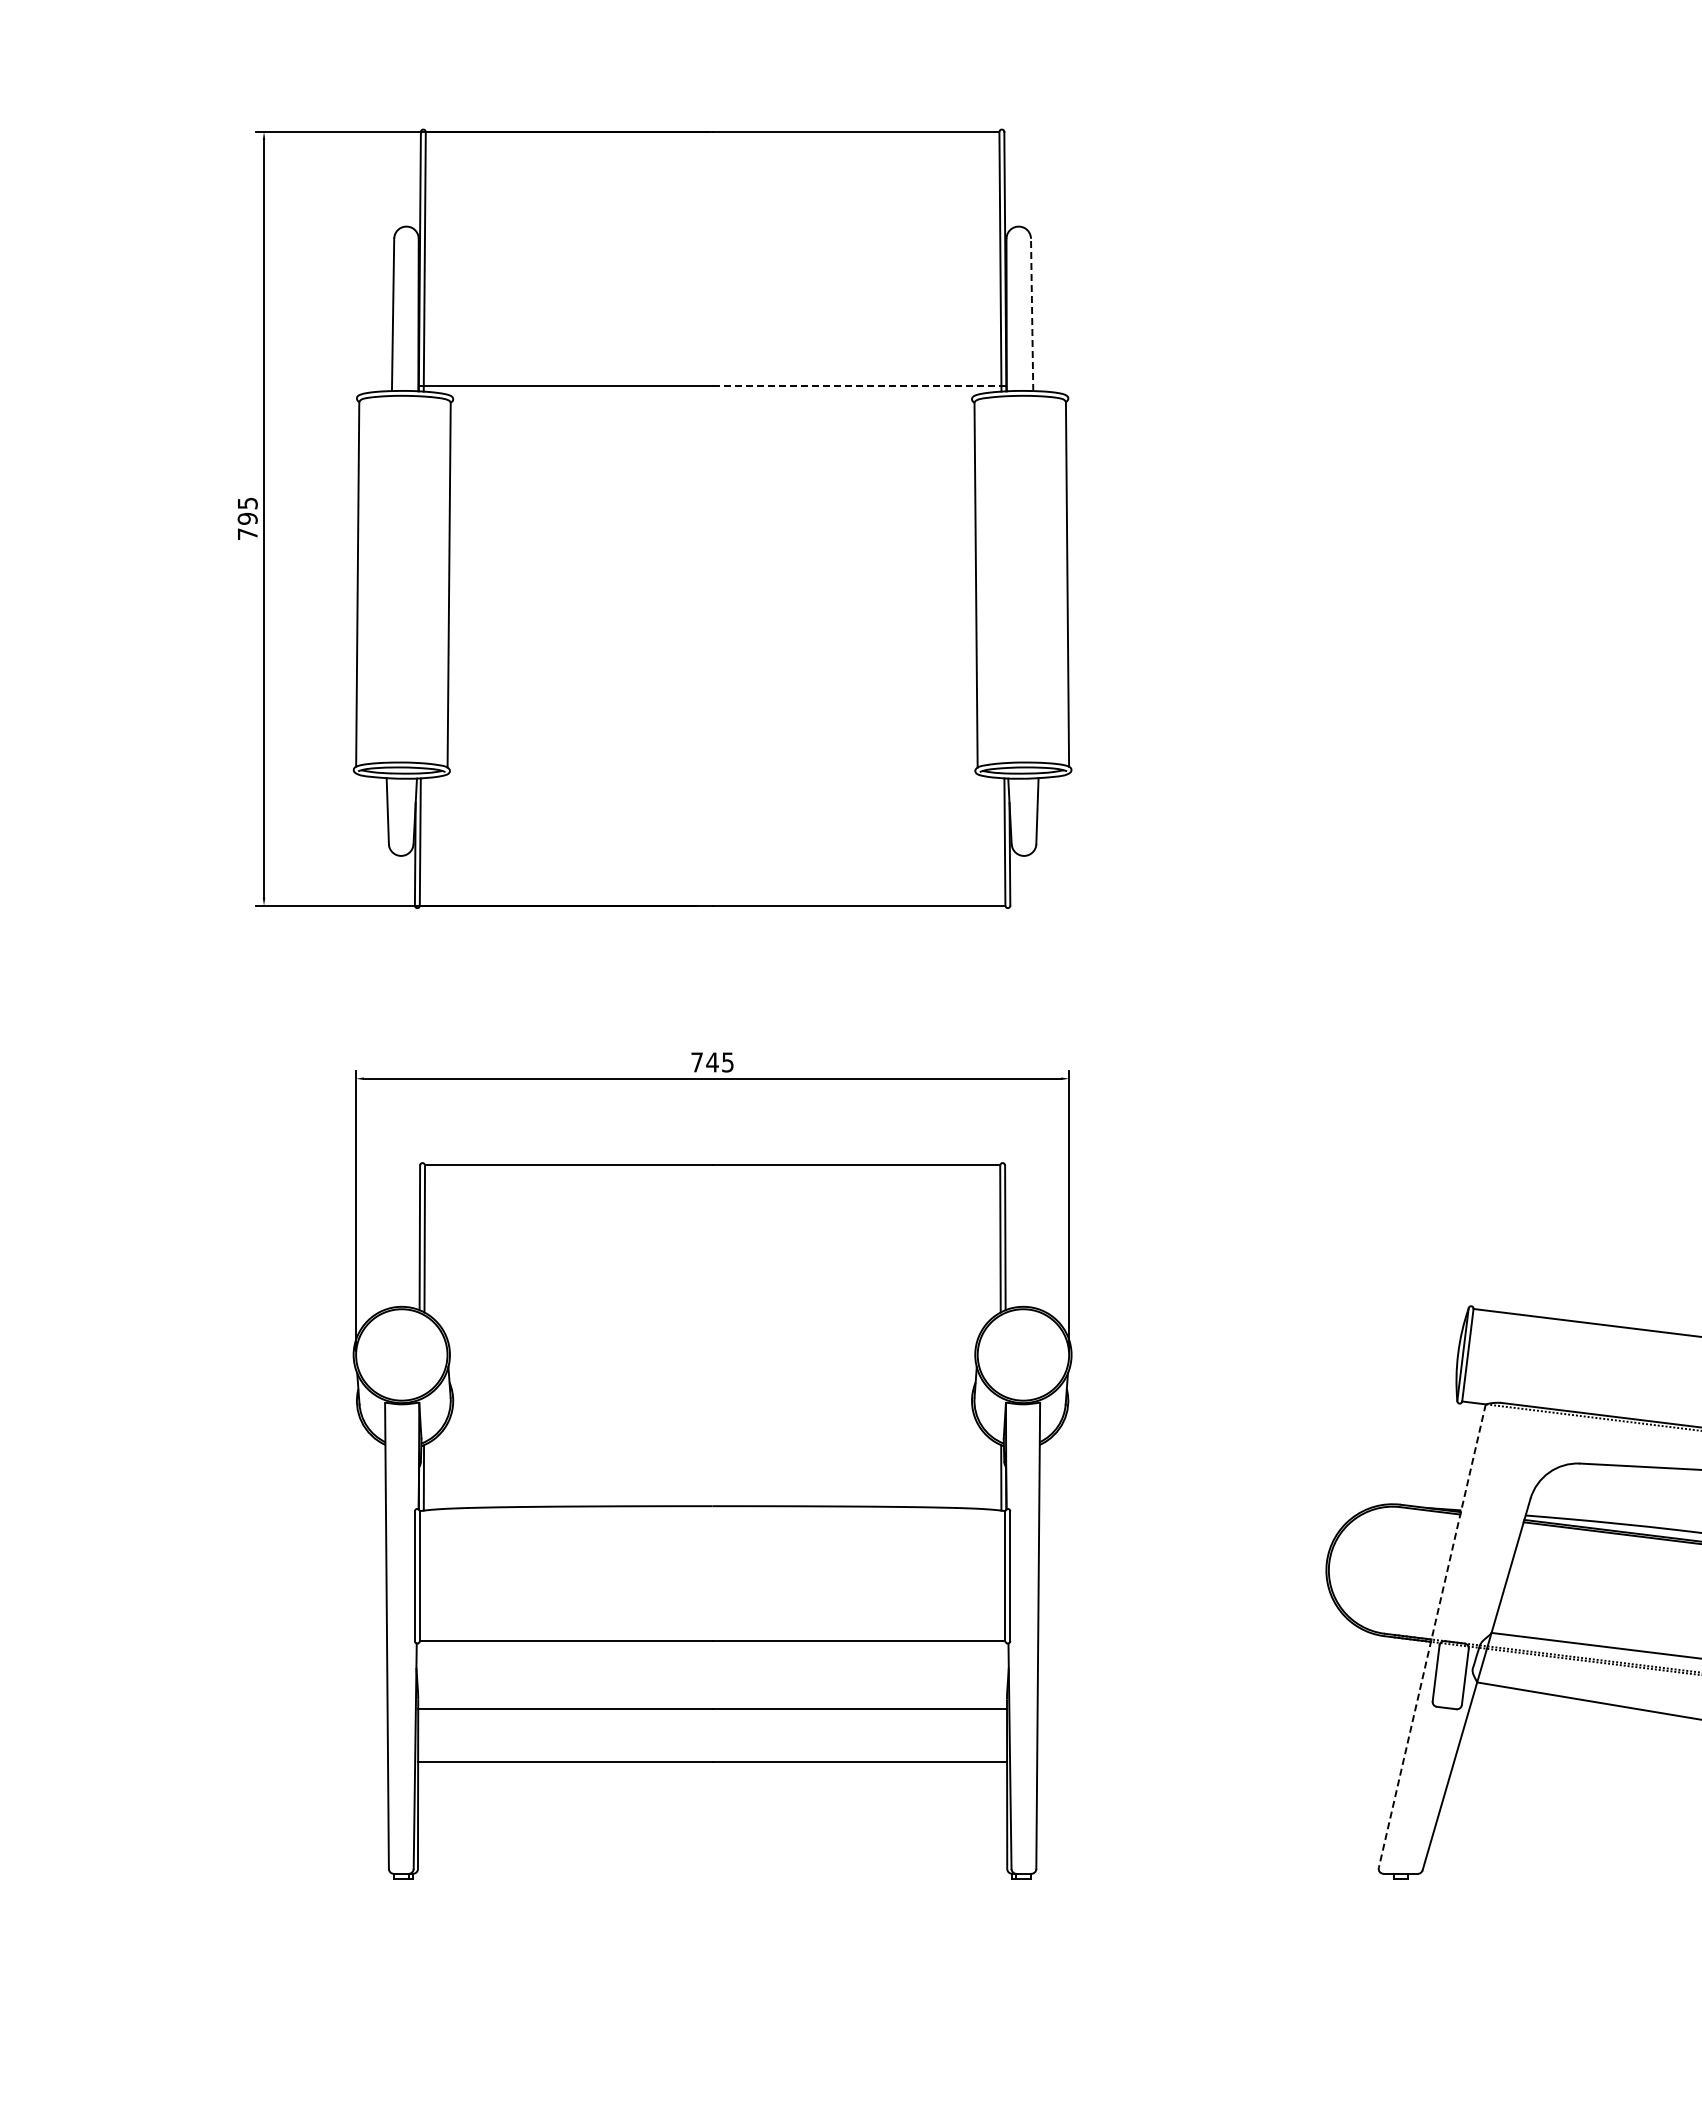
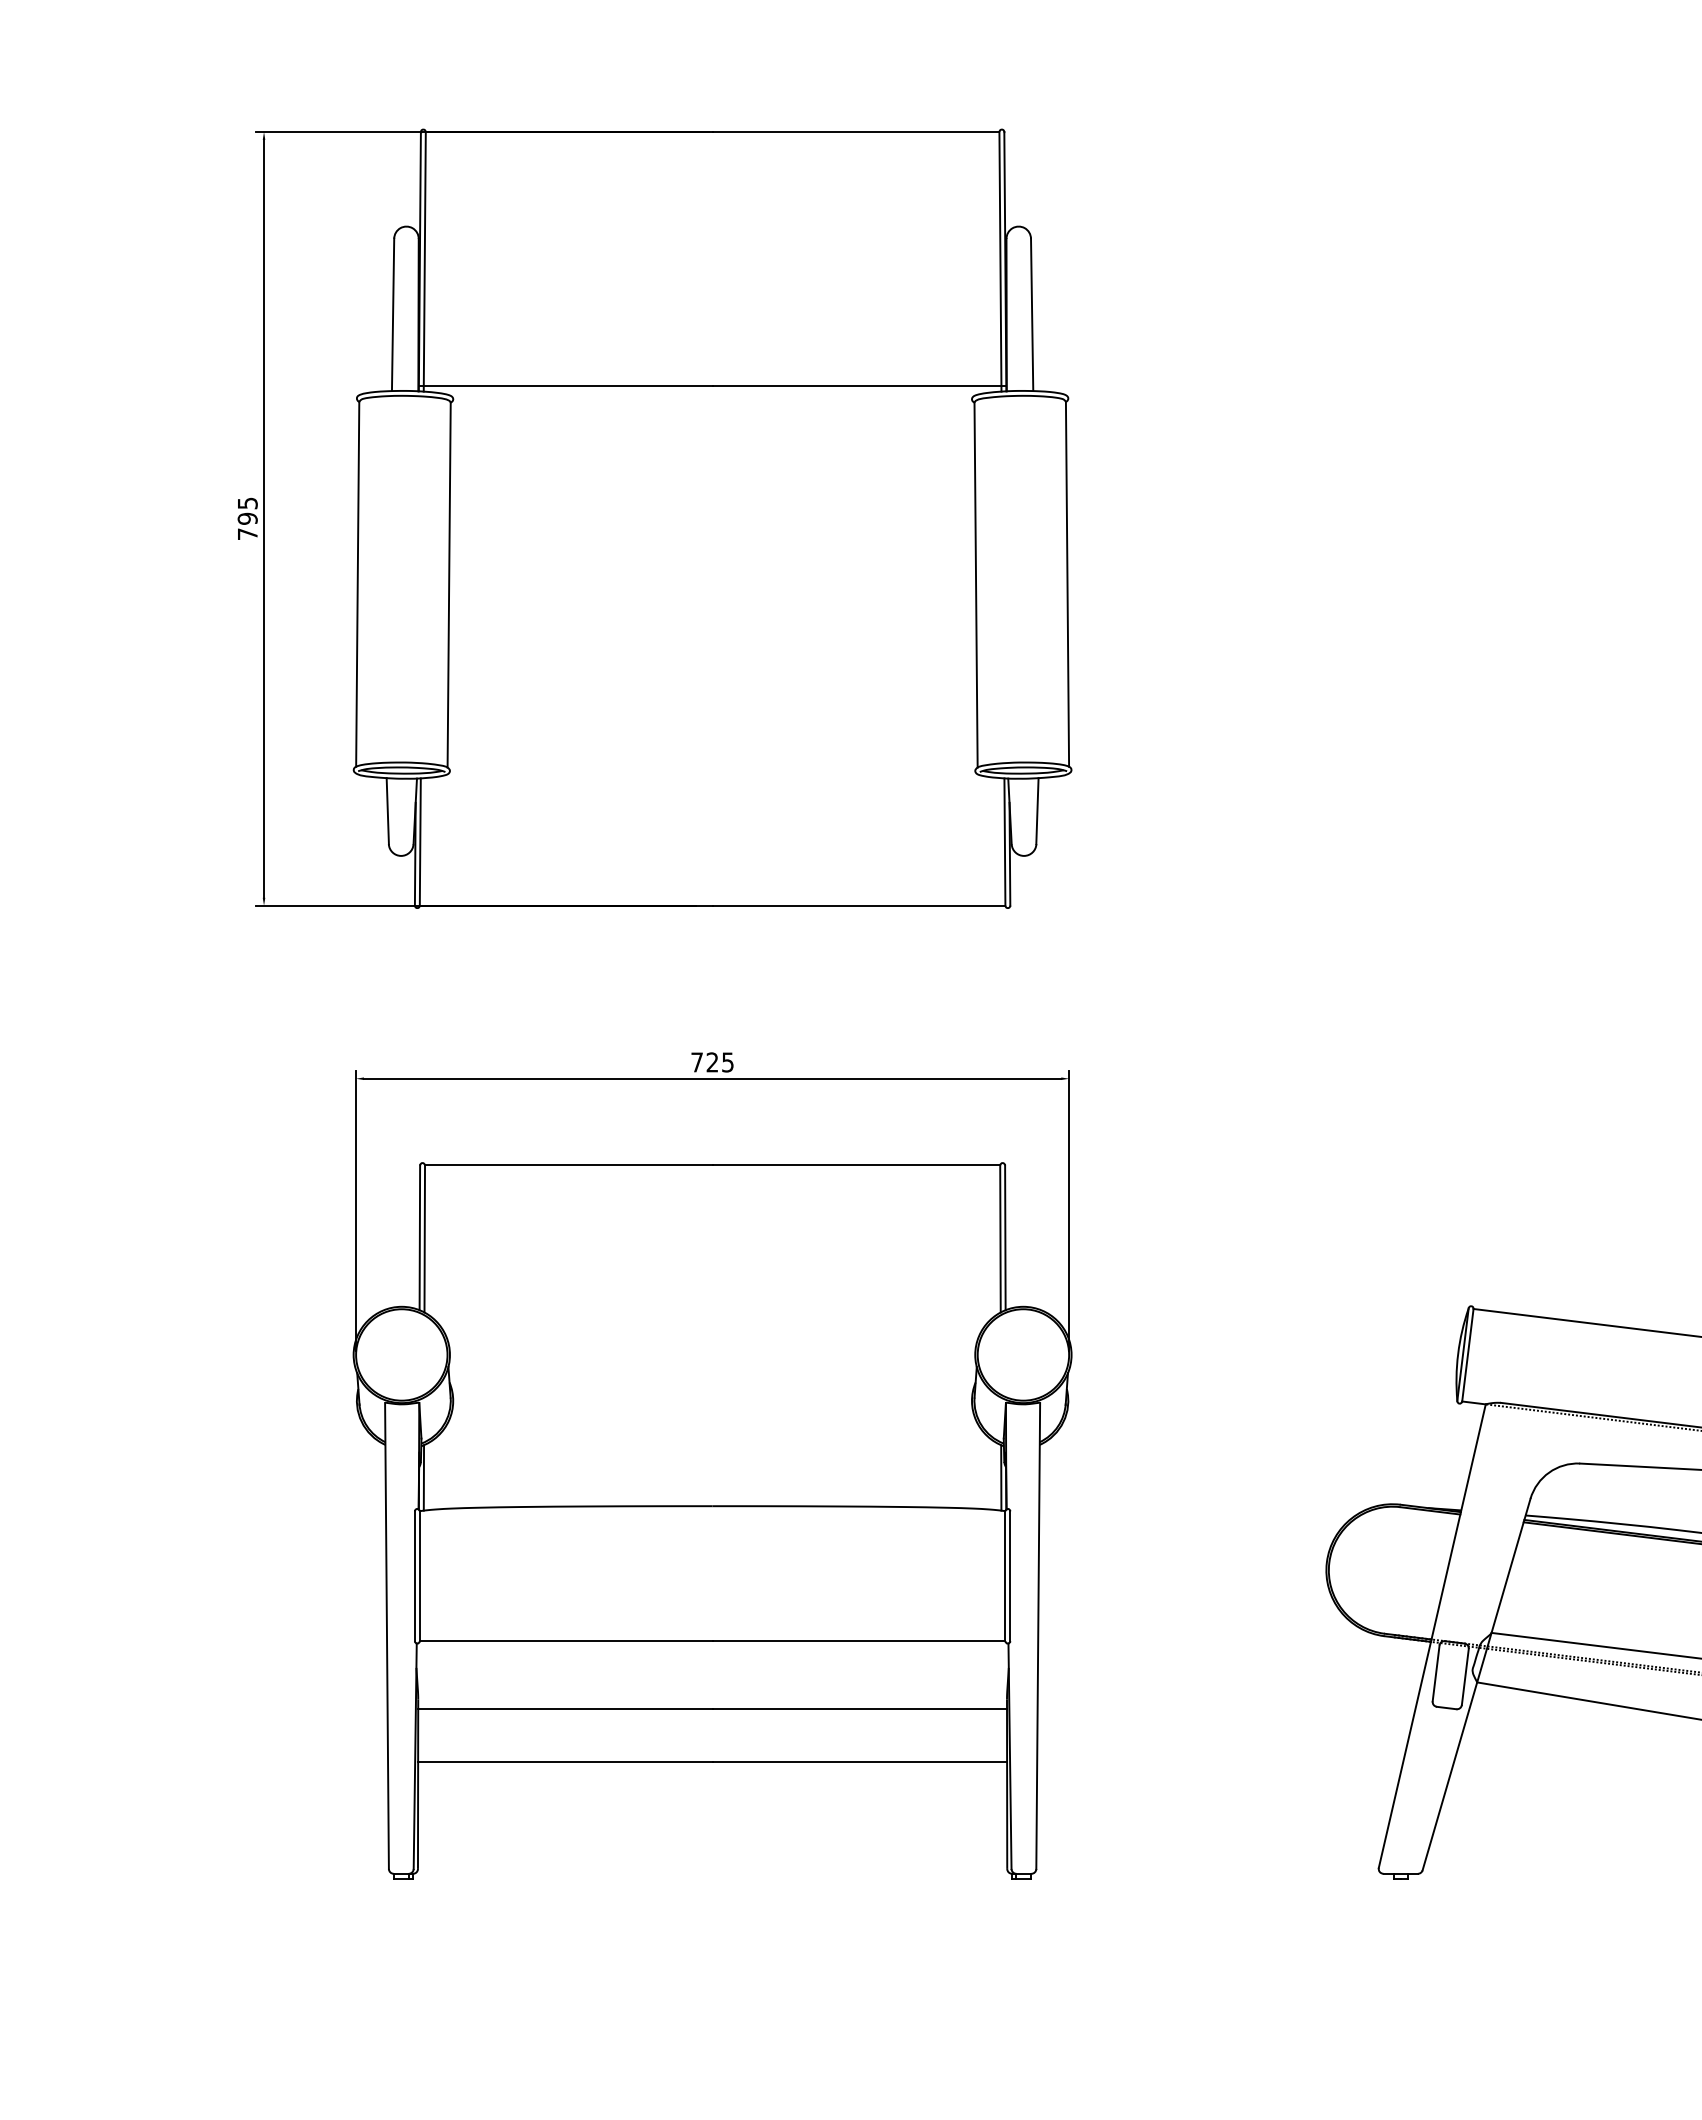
line at (1032, 314): dashed -> solid
line at (859, 385): dashed -> solid
text at (712, 1062): 745 -> 725
line at (1432, 1636): dashed -> solid
